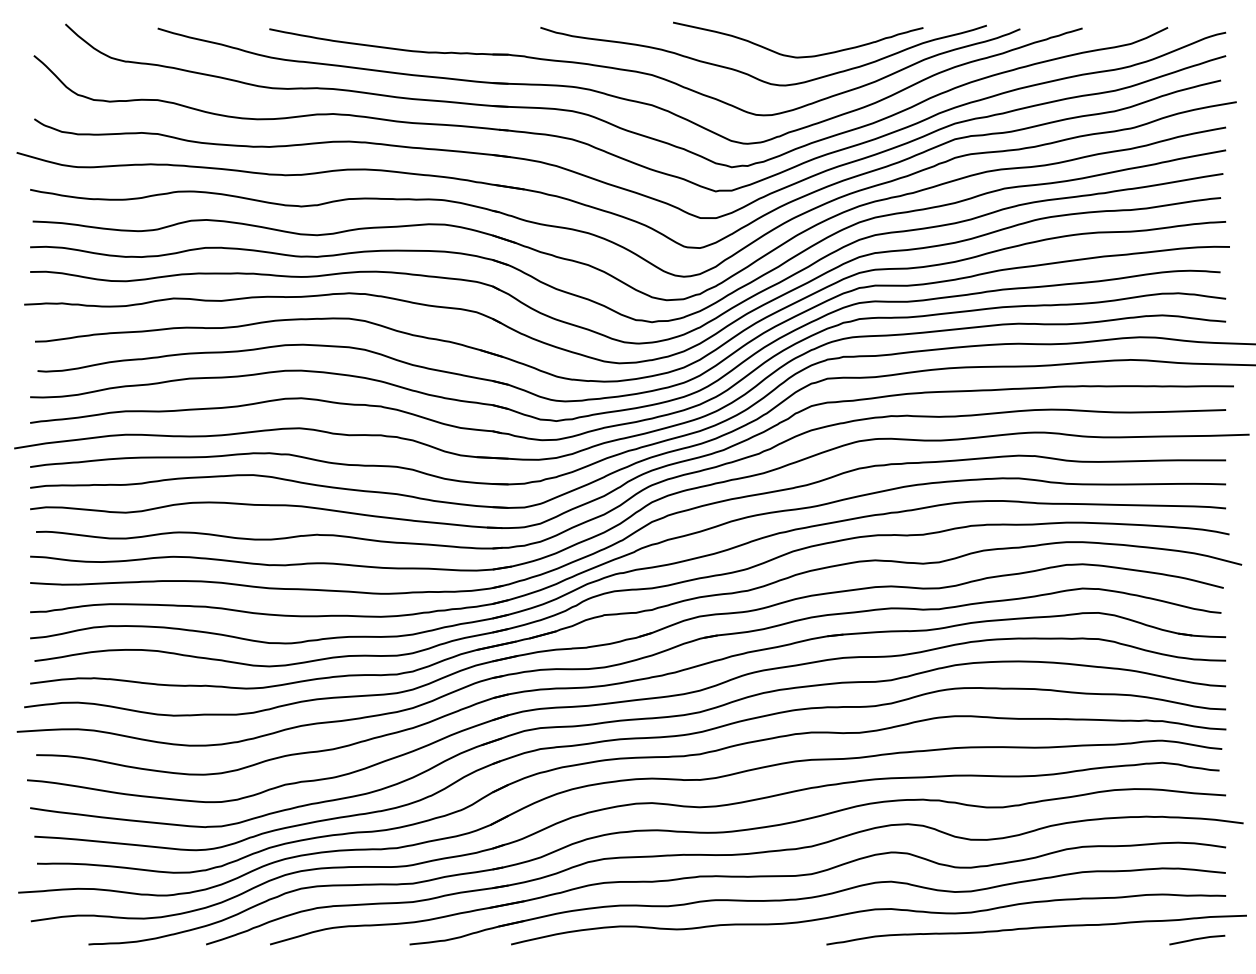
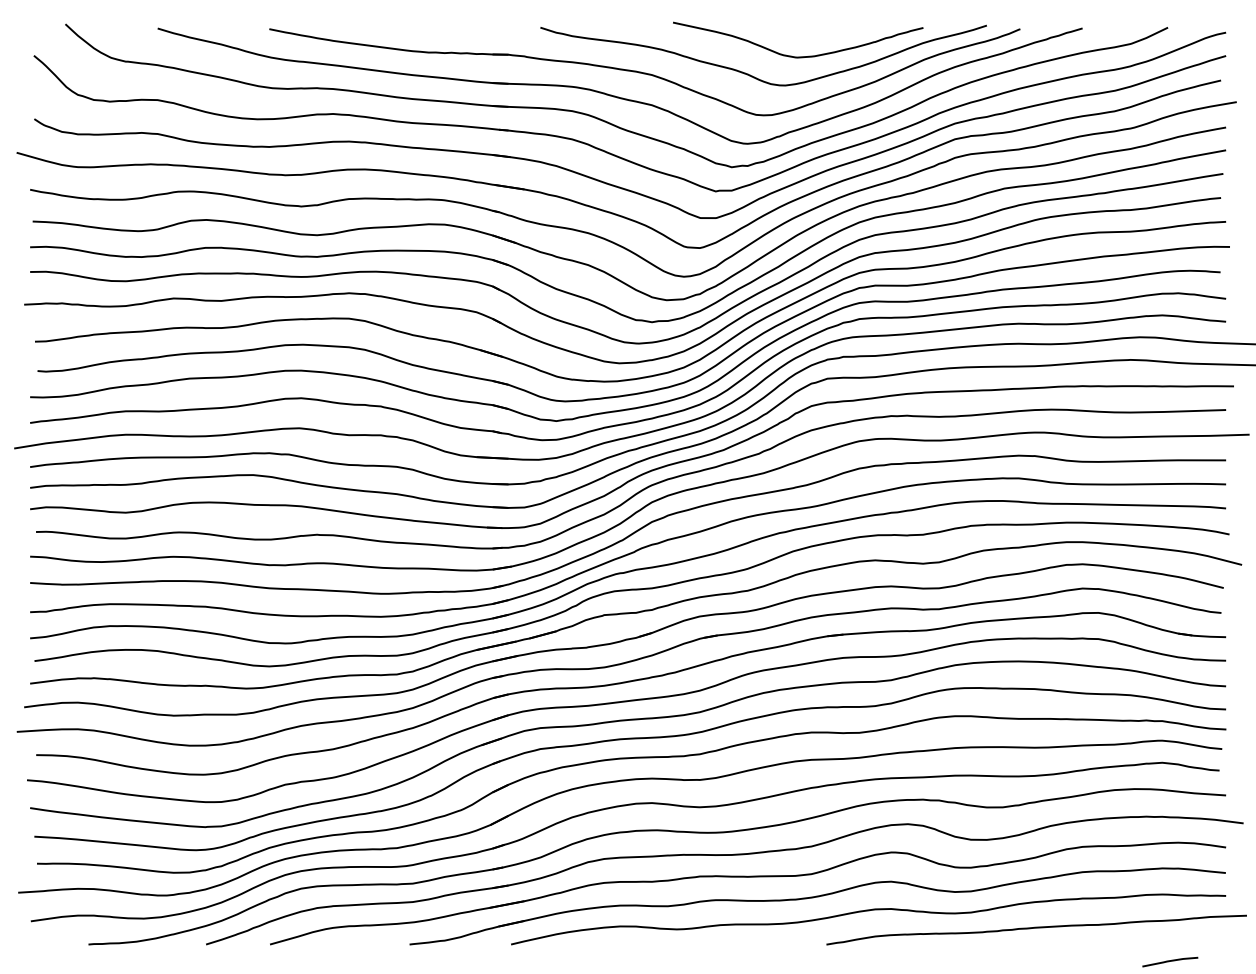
curve at (1197, 939) position: (1197, 939) -> (1170, 961)
